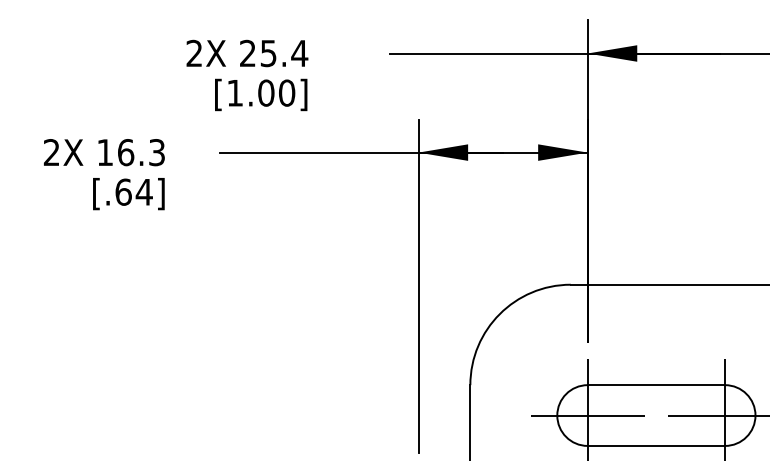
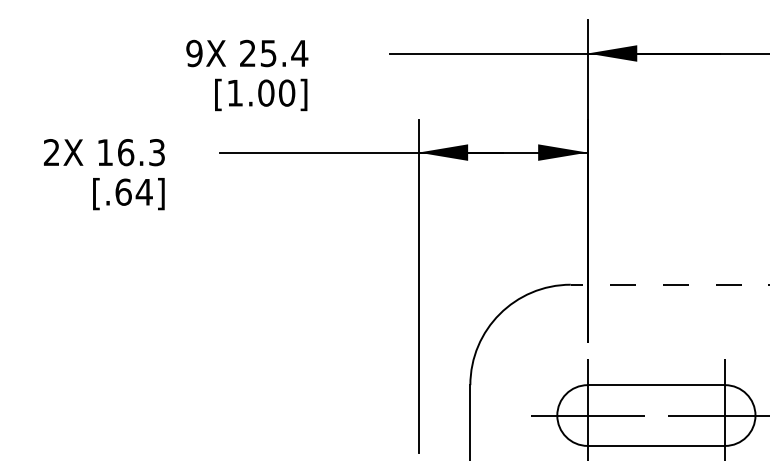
text at (194, 53): 2X -> 9X
line at (669, 284): solid -> dashed
